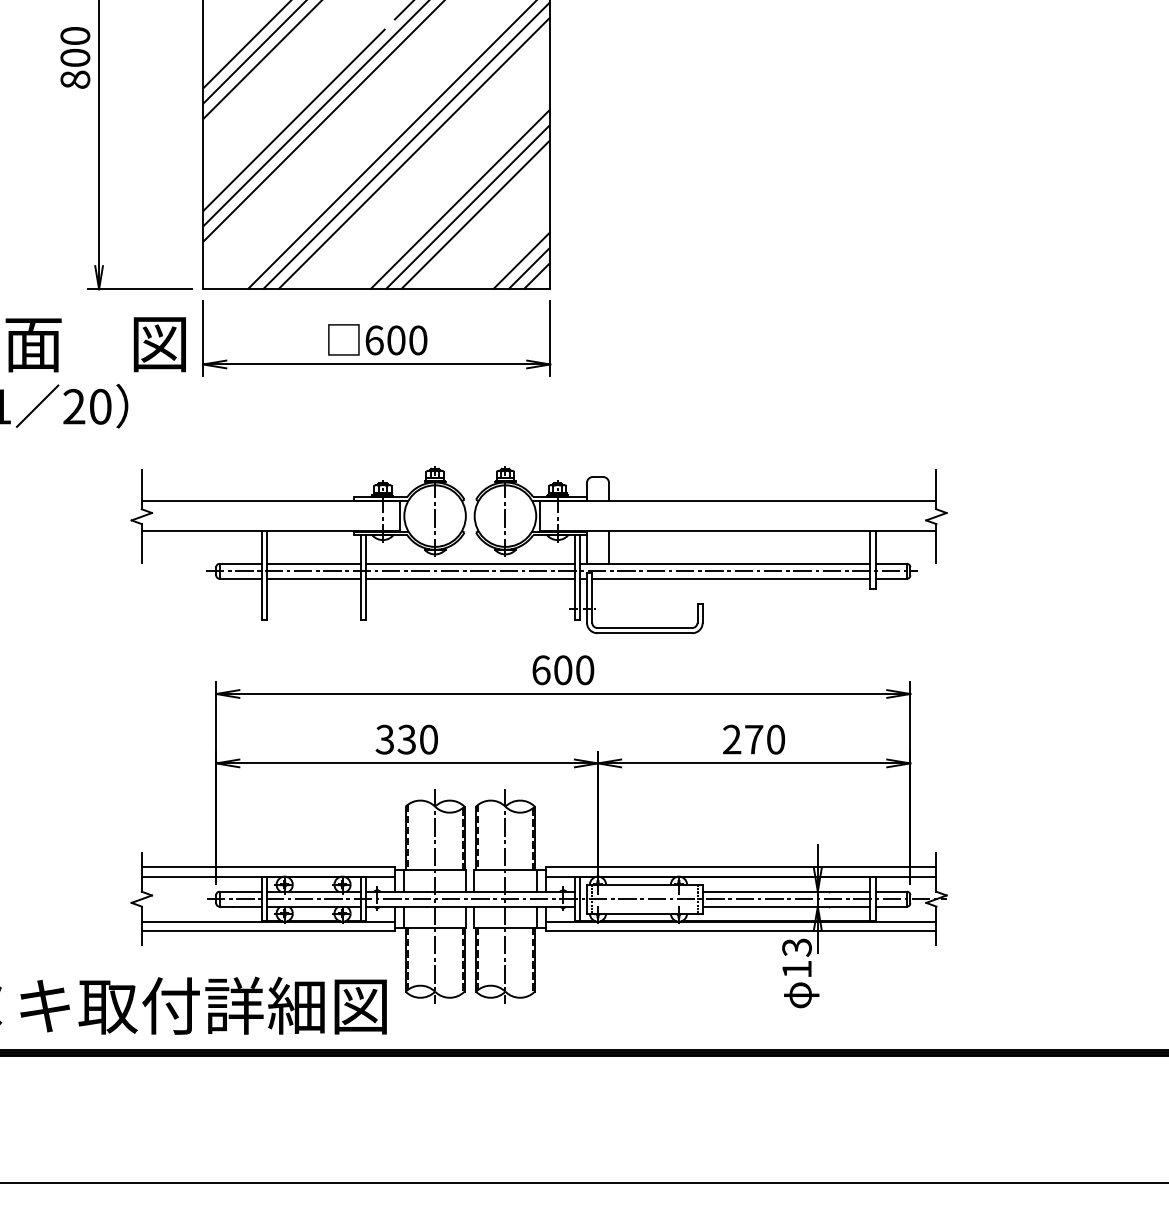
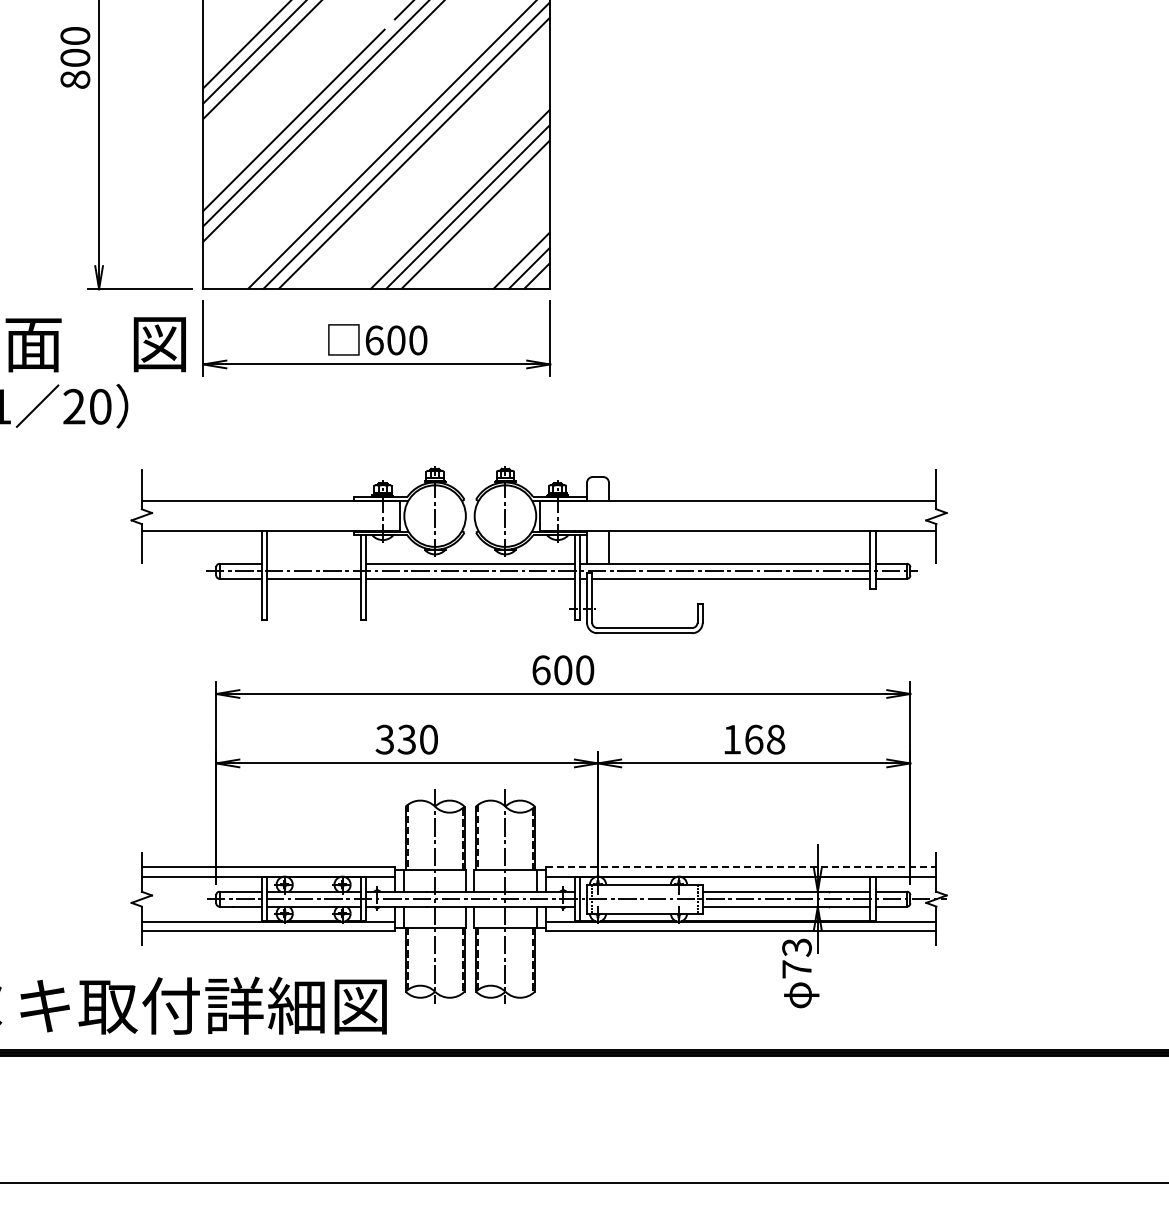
line at (313, 563): present -> none
text at (754, 739): 270 -> 168
line at (741, 867): solid -> dashed
text at (796, 969): 13 -> 73
